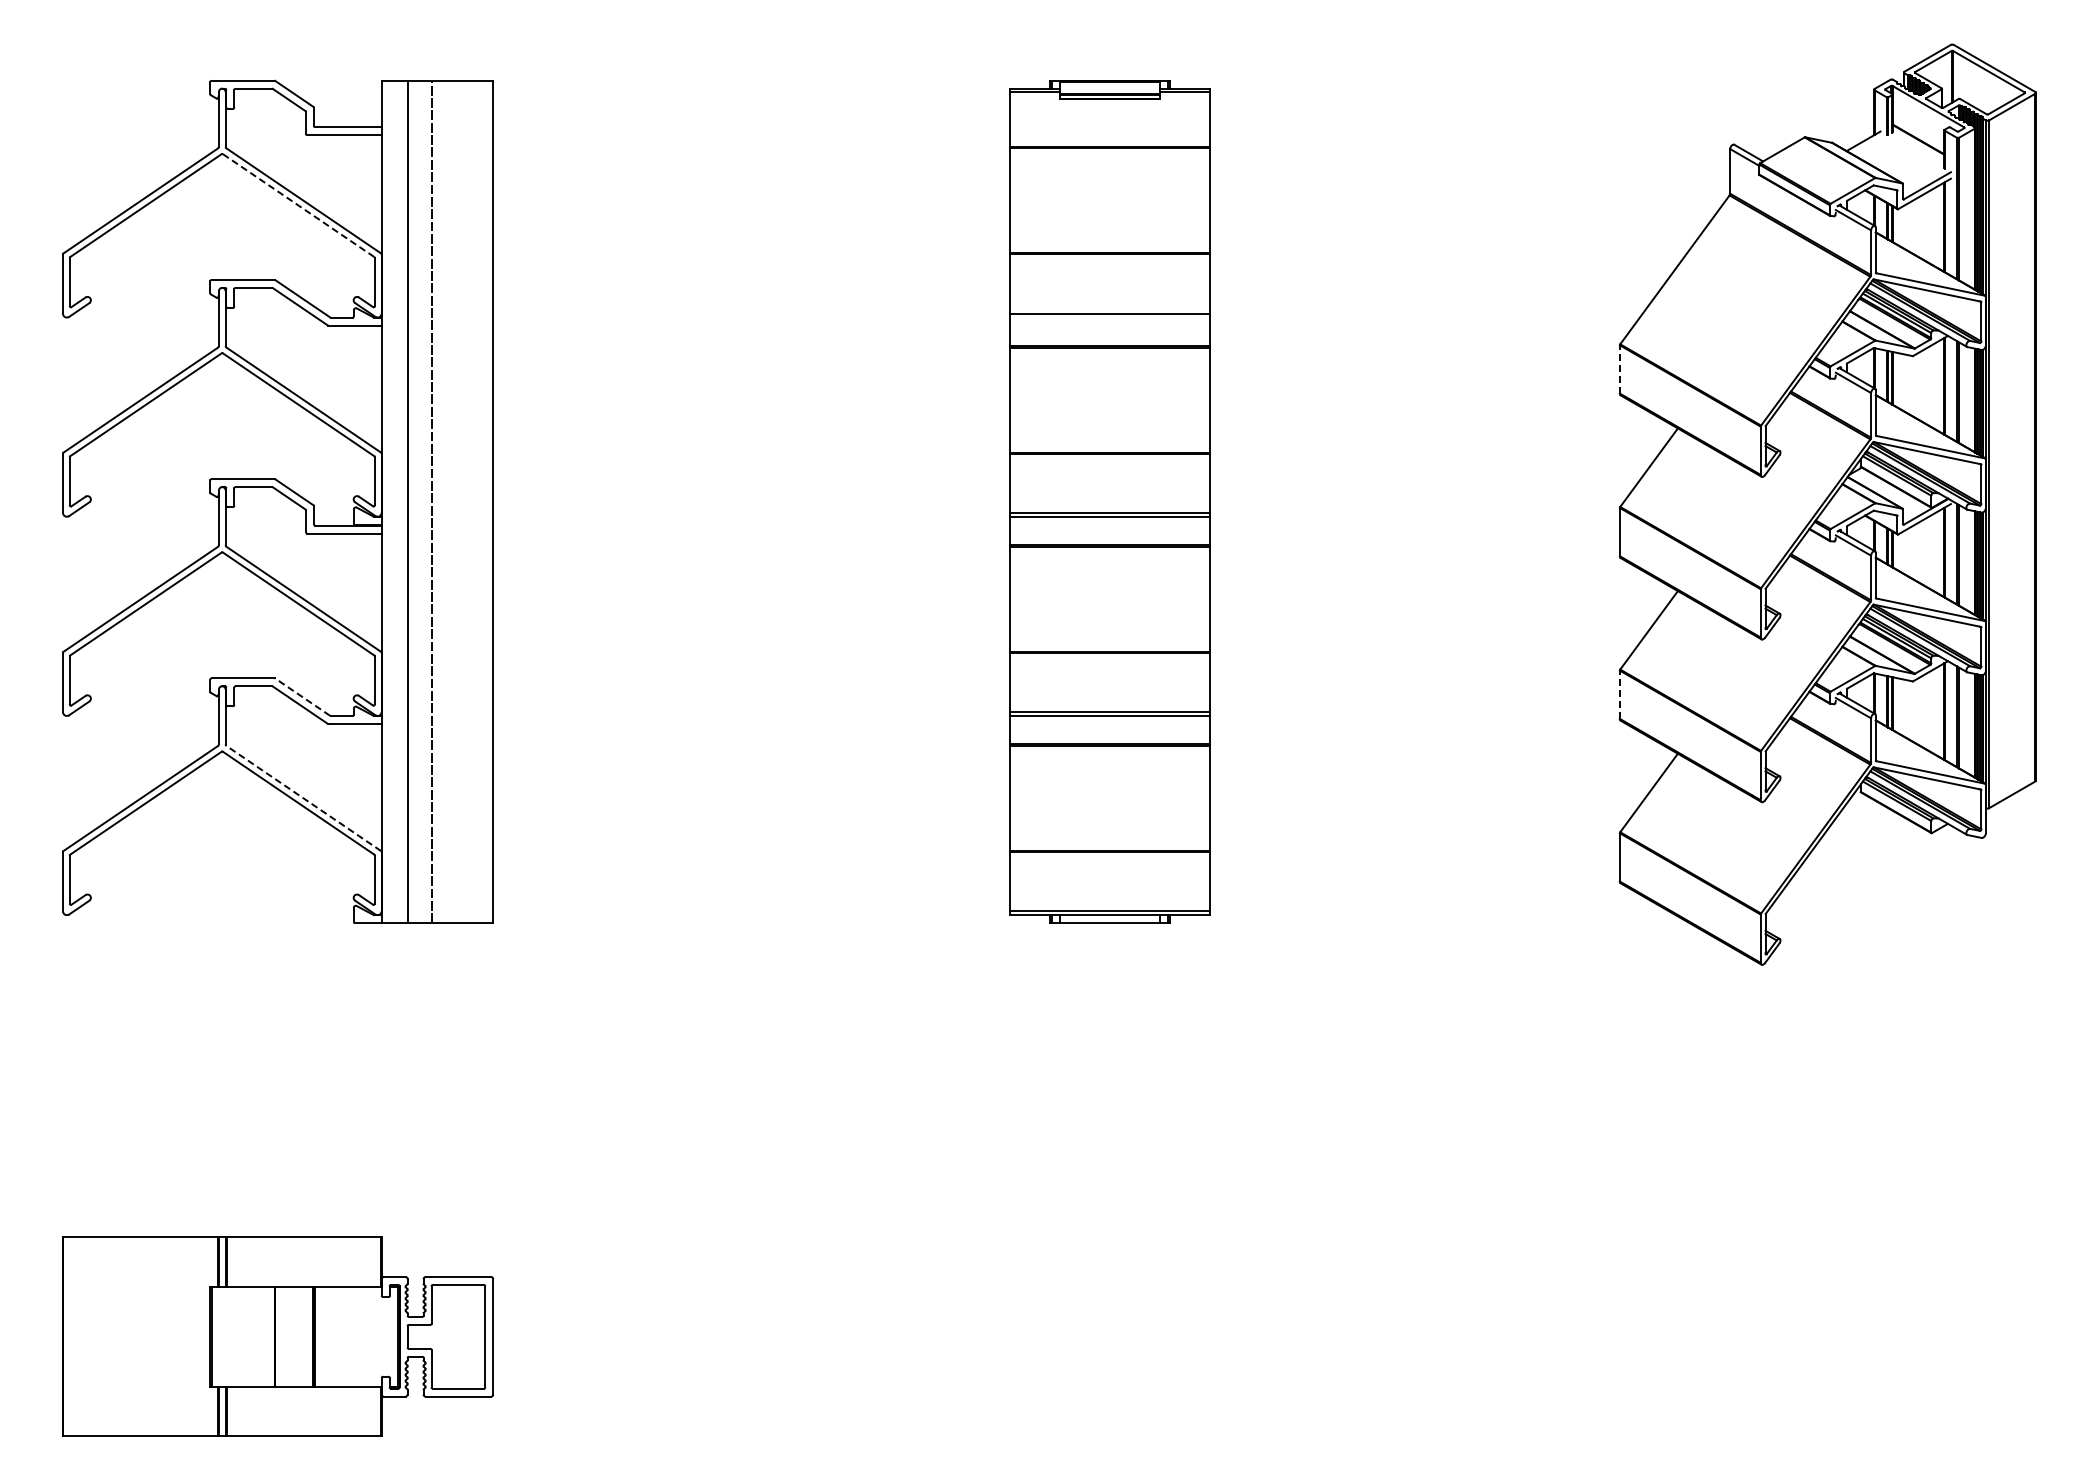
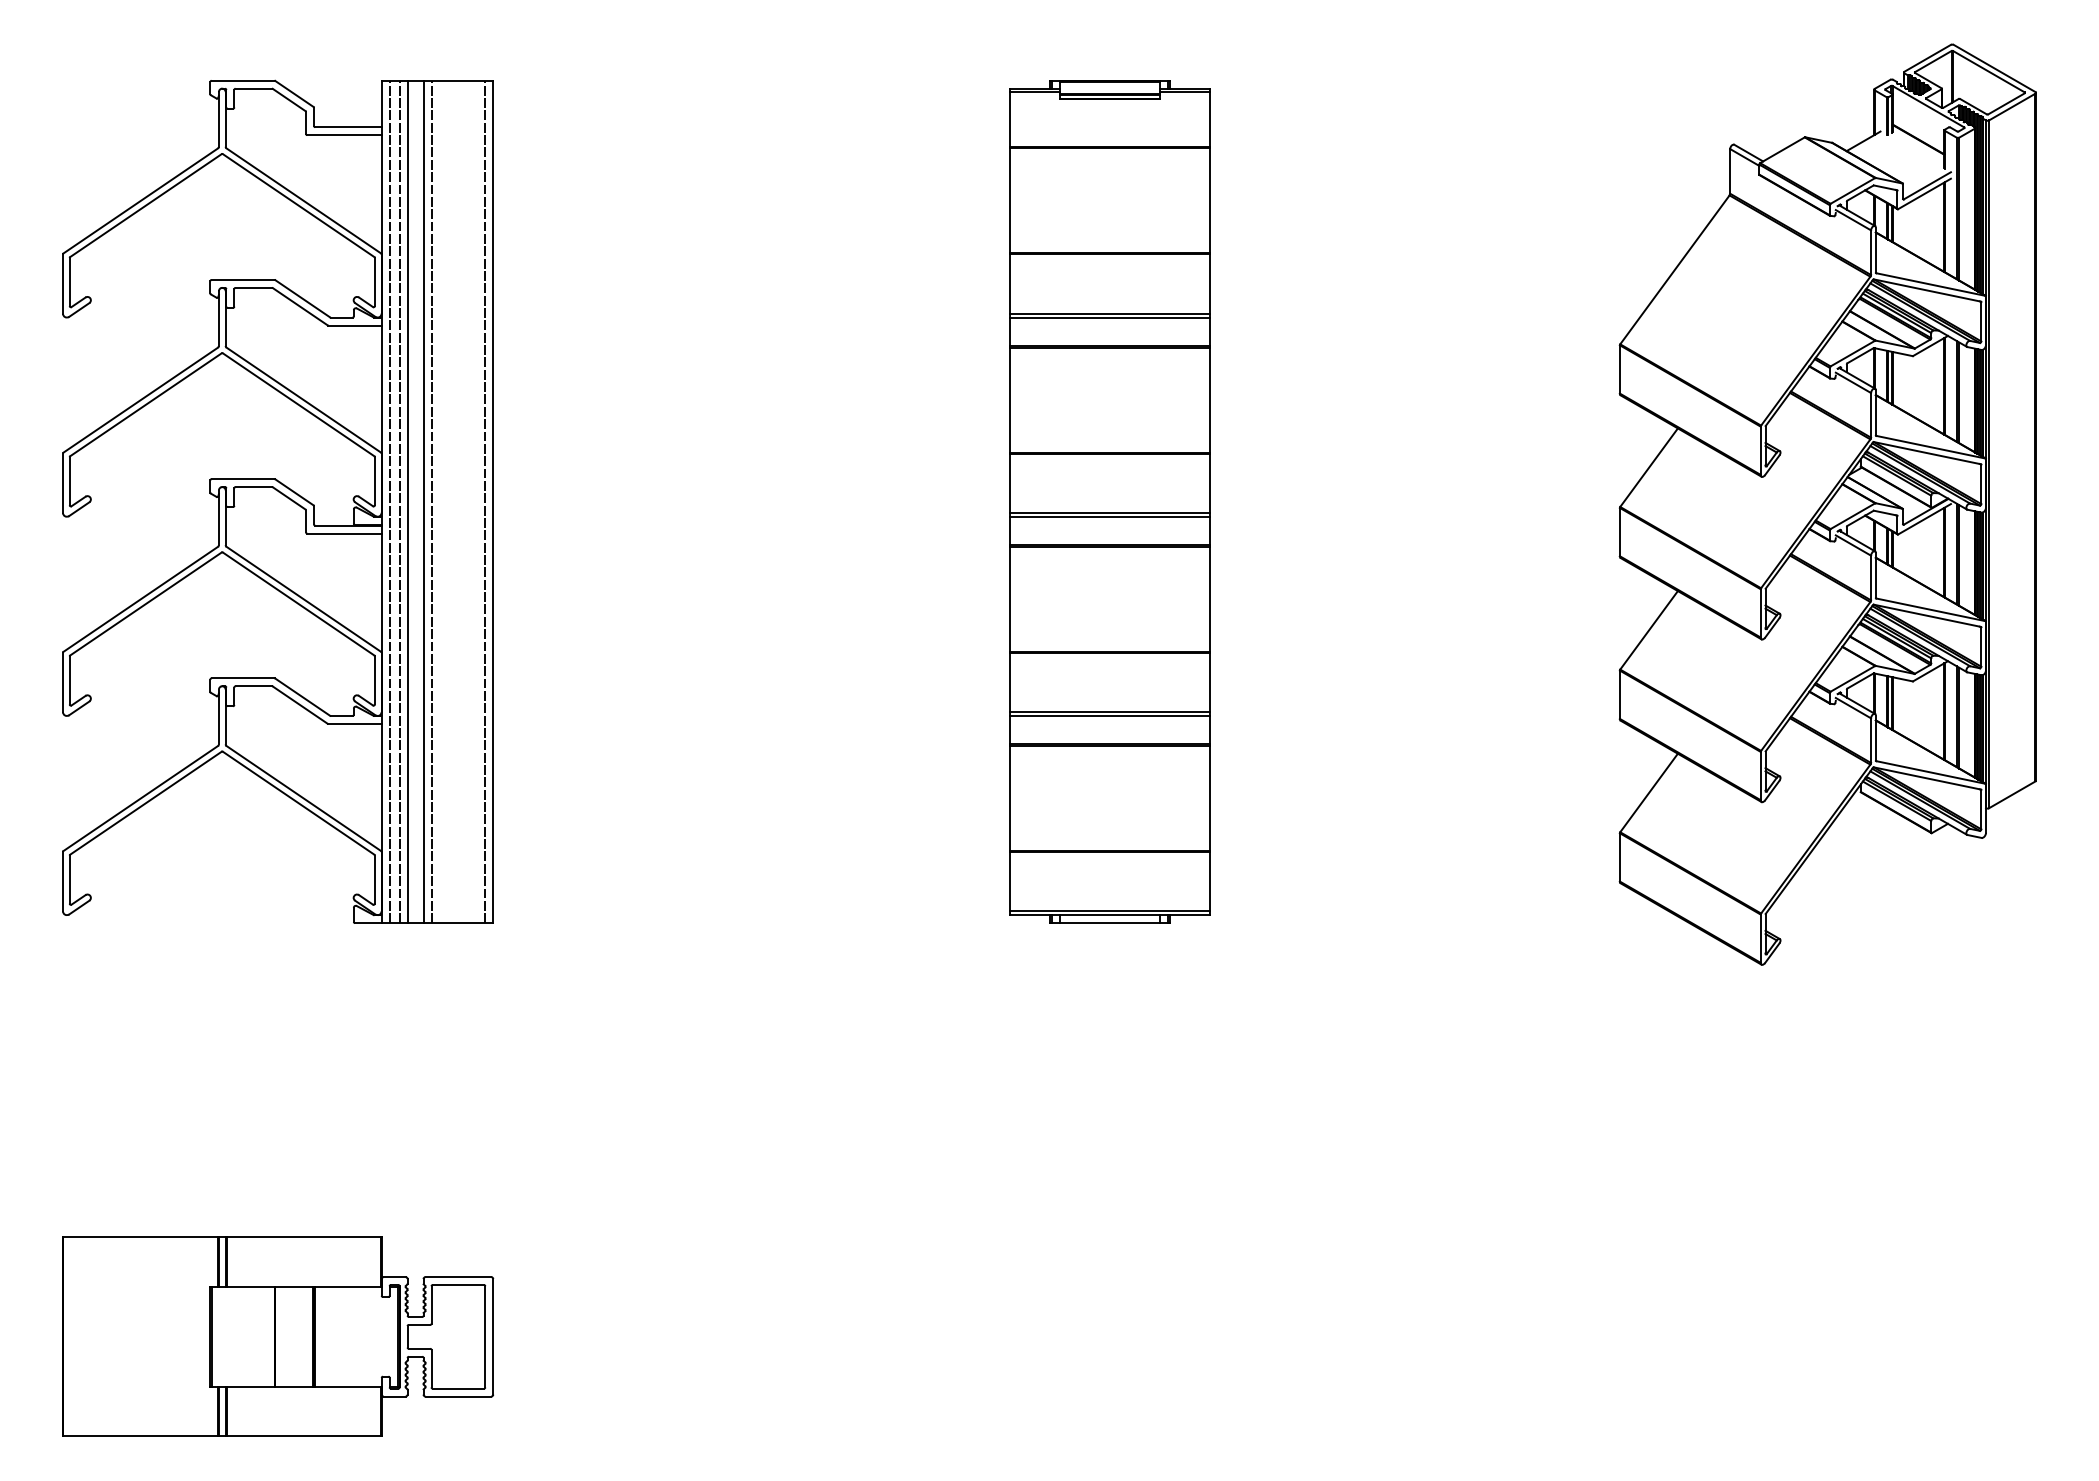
line at (298, 205): dashed -> solid
line at (1109, 317): none -> present
line at (1619, 368): dashed -> solid
line at (389, 501): none -> present
line at (399, 501): none -> present
line at (423, 501): none -> present
line at (485, 501): none -> present
line at (1619, 694): dashed -> solid
line at (302, 696): dashed -> solid
line at (303, 798): dashed -> solid
